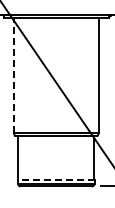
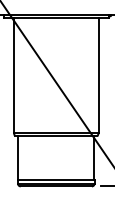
line at (14, 75): dashed -> solid
line at (55, 179): dashed -> solid
